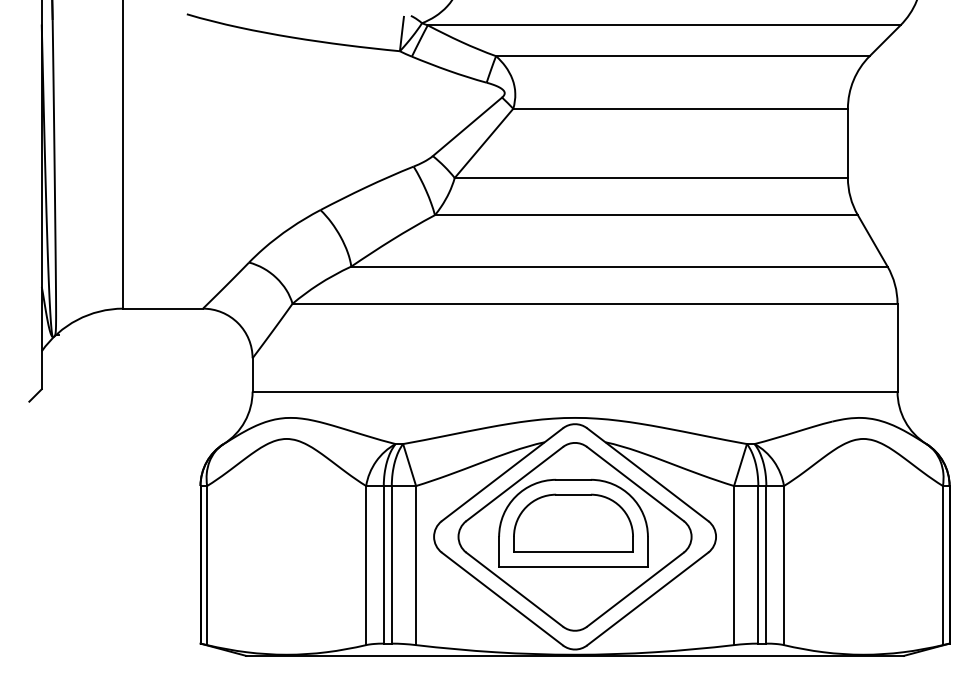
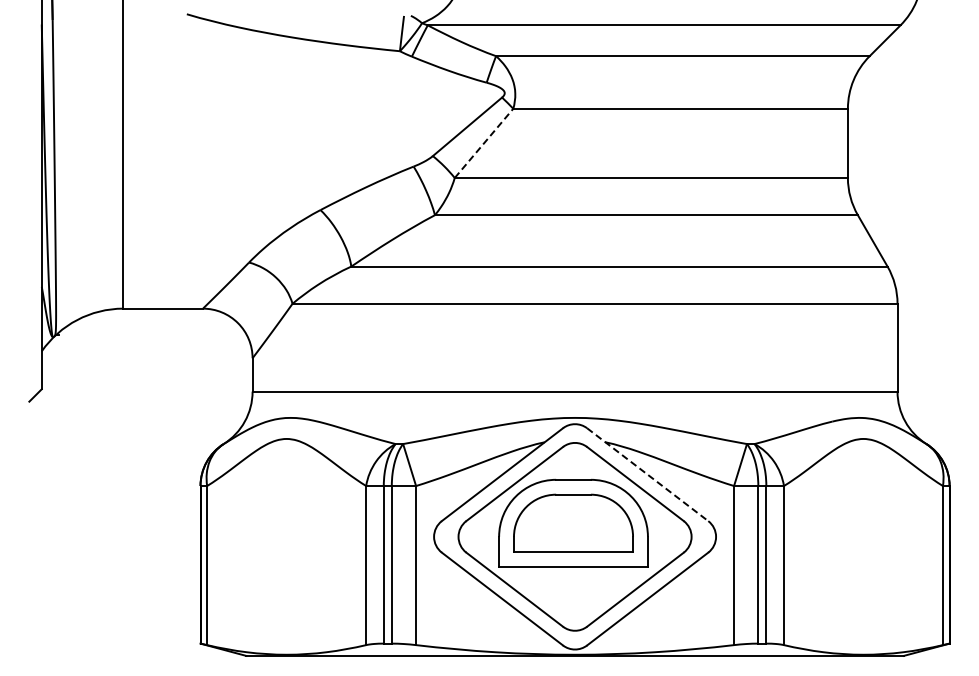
line at (484, 143): solid -> dashed
line at (648, 475): solid -> dashed
